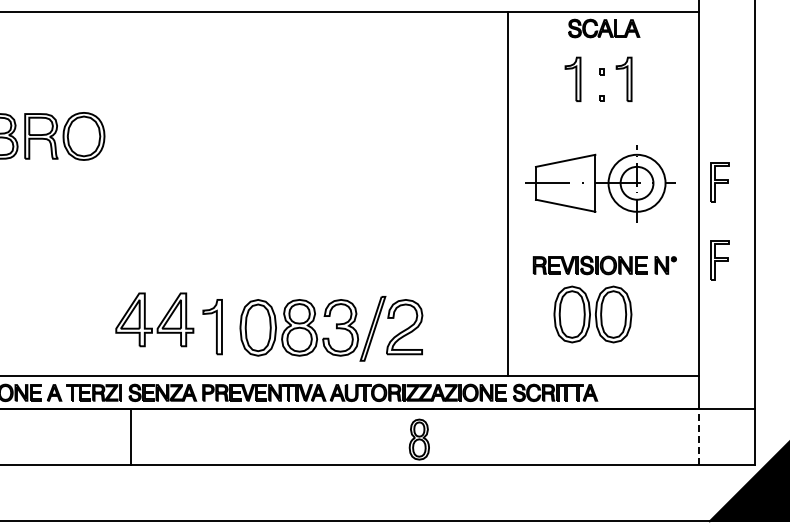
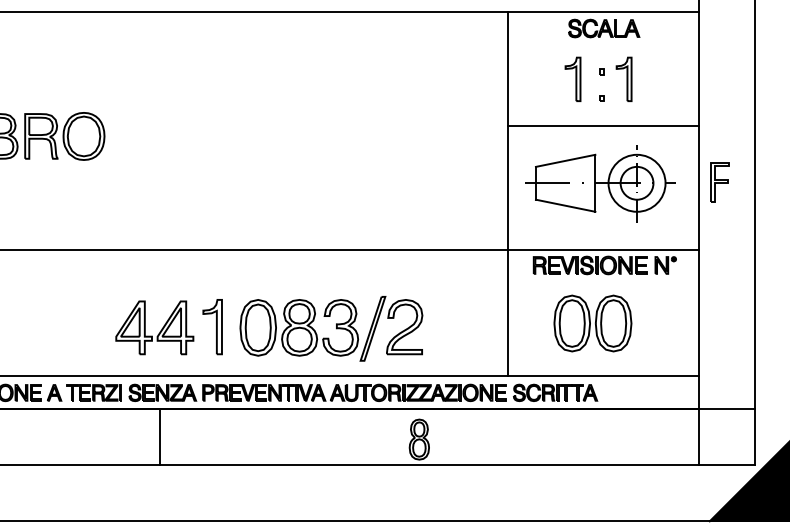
line at (603, 125): none -> present
line at (350, 249): none -> present
part at (719, 260): present -> none
part at (592, 314) position: (592, 314) -> (592, 323)
part at (159, 323) position: (159, 323) -> (159, 331)
line at (131, 437) position: (131, 437) -> (160, 437)
line at (698, 437): dashed -> solid
